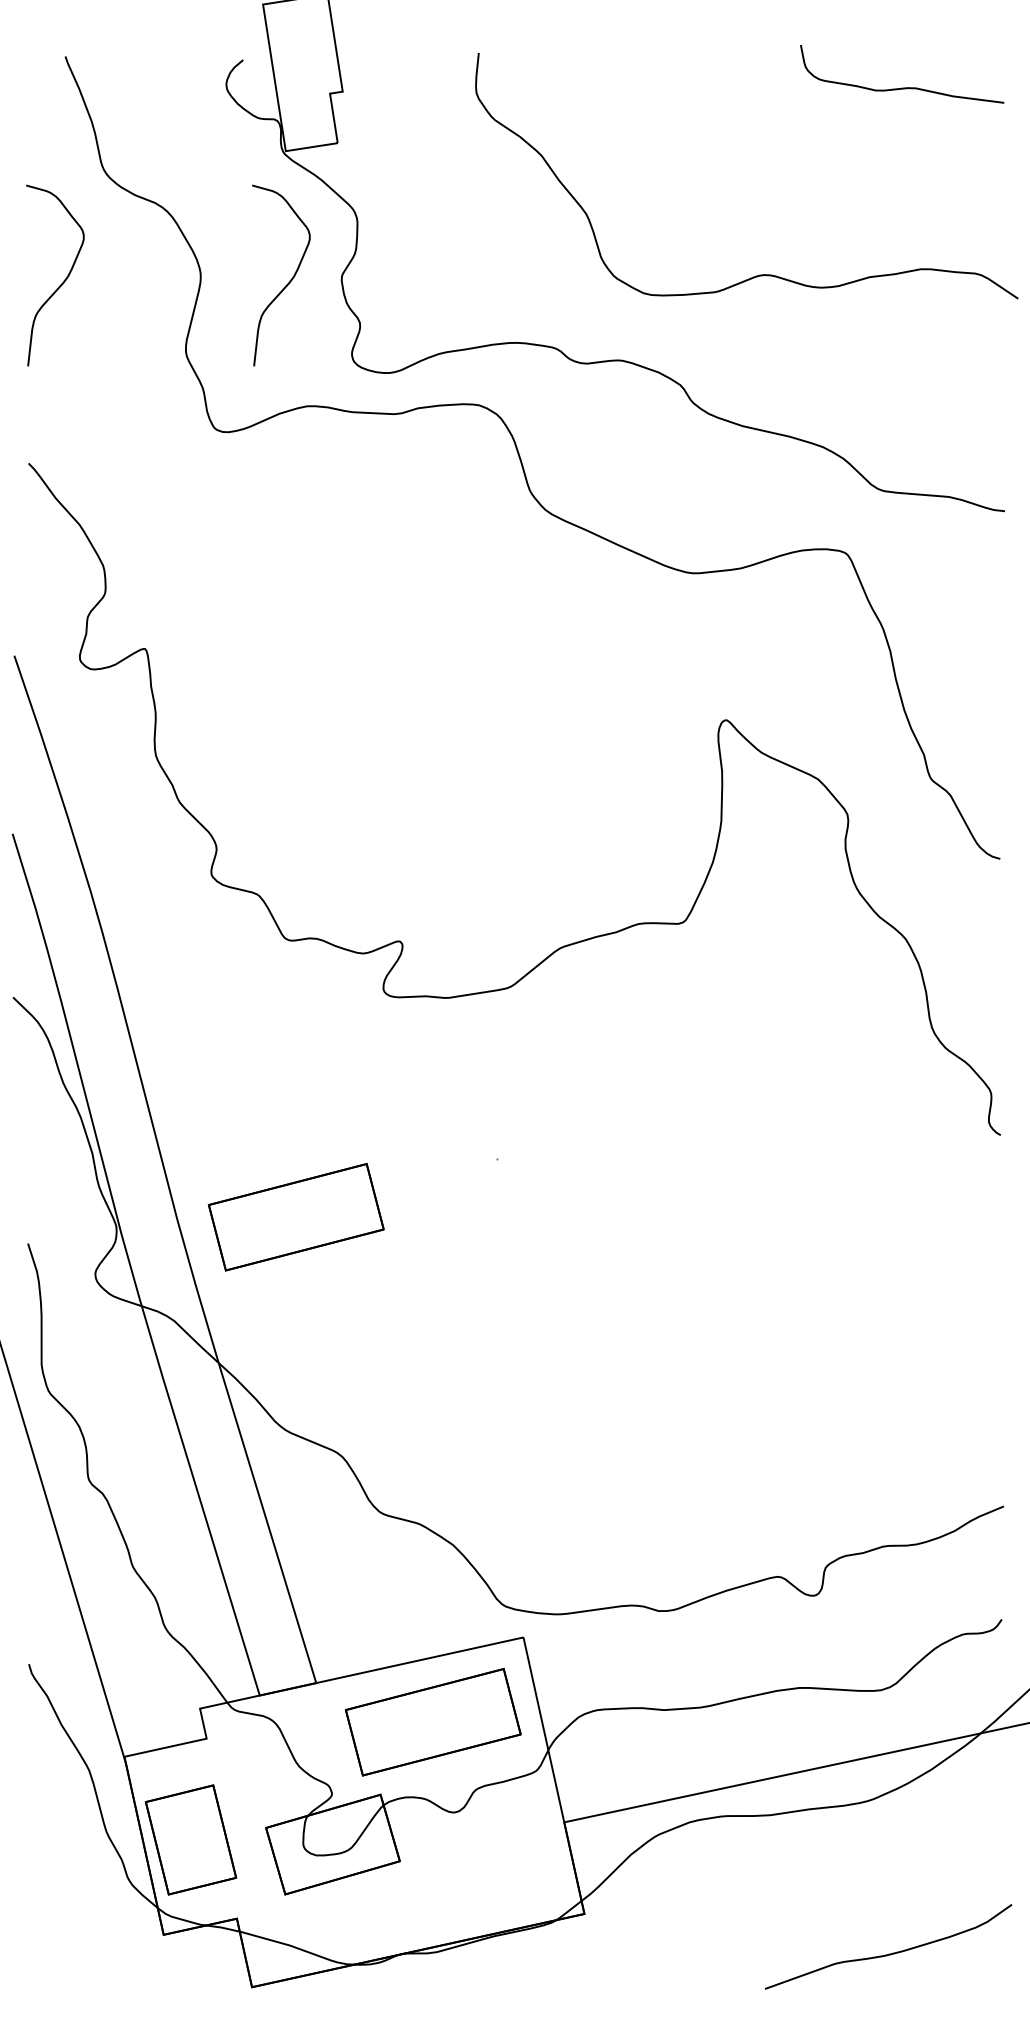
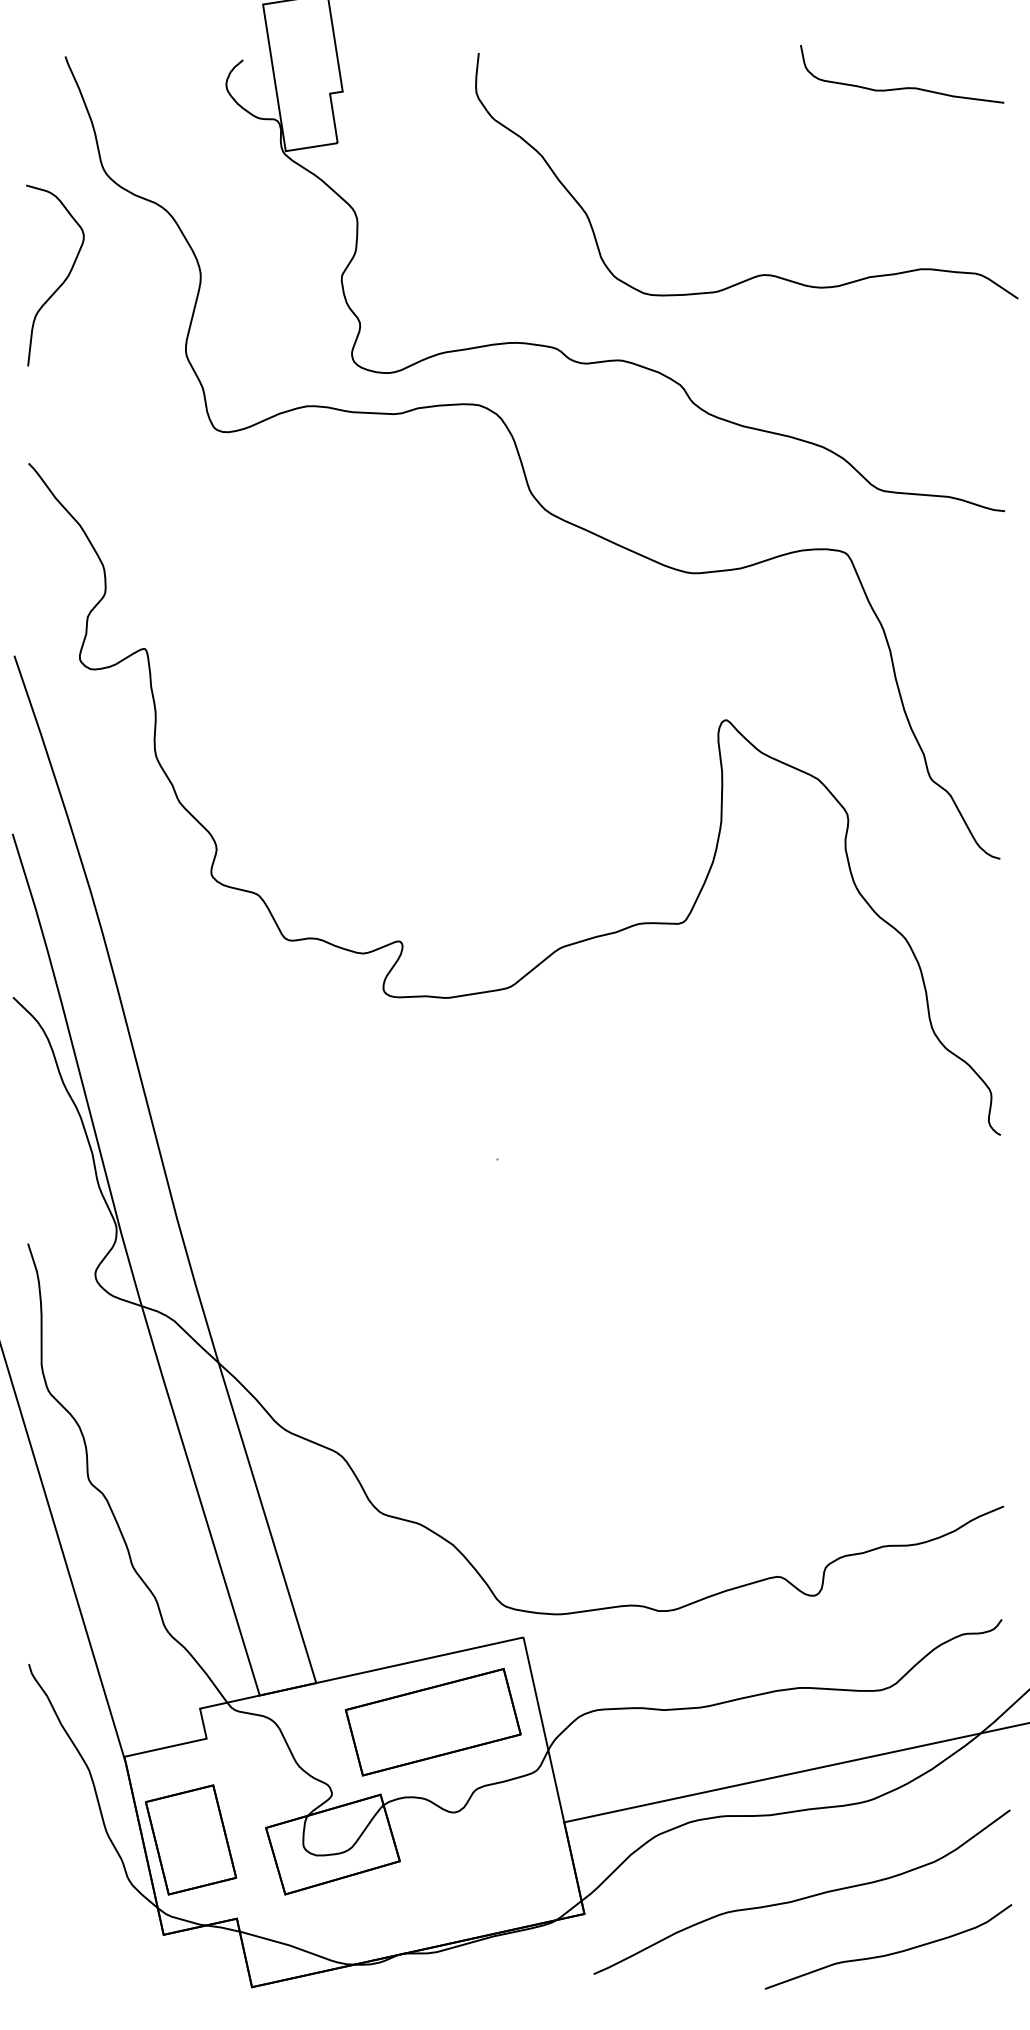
curve at (290, 279): present -> none
part at (295, 1217): present -> none
curve at (802, 1897): none -> present
